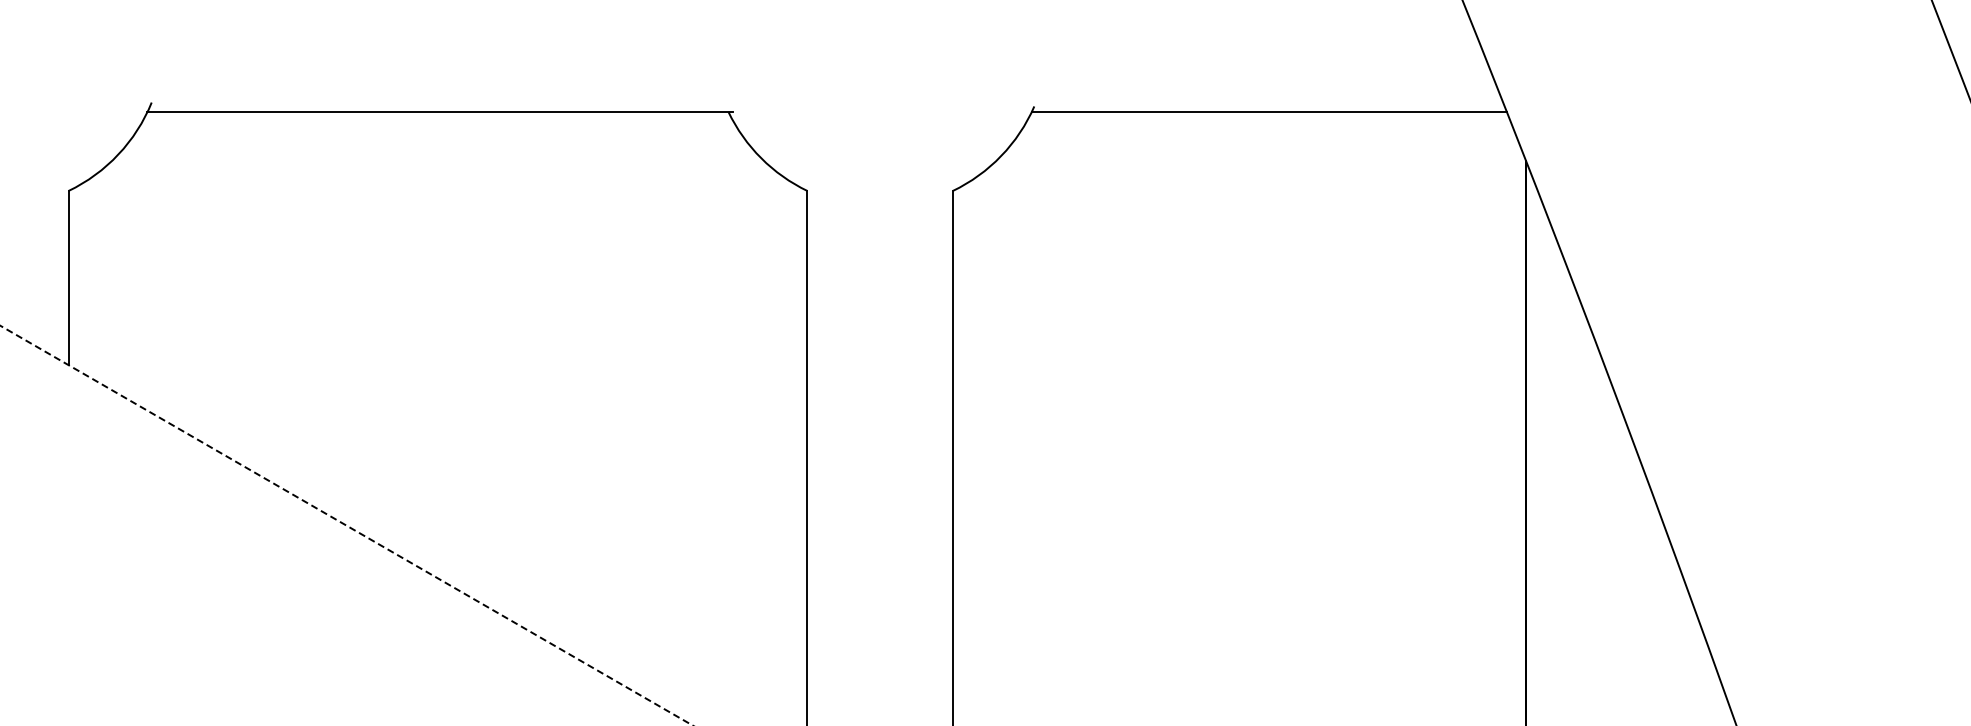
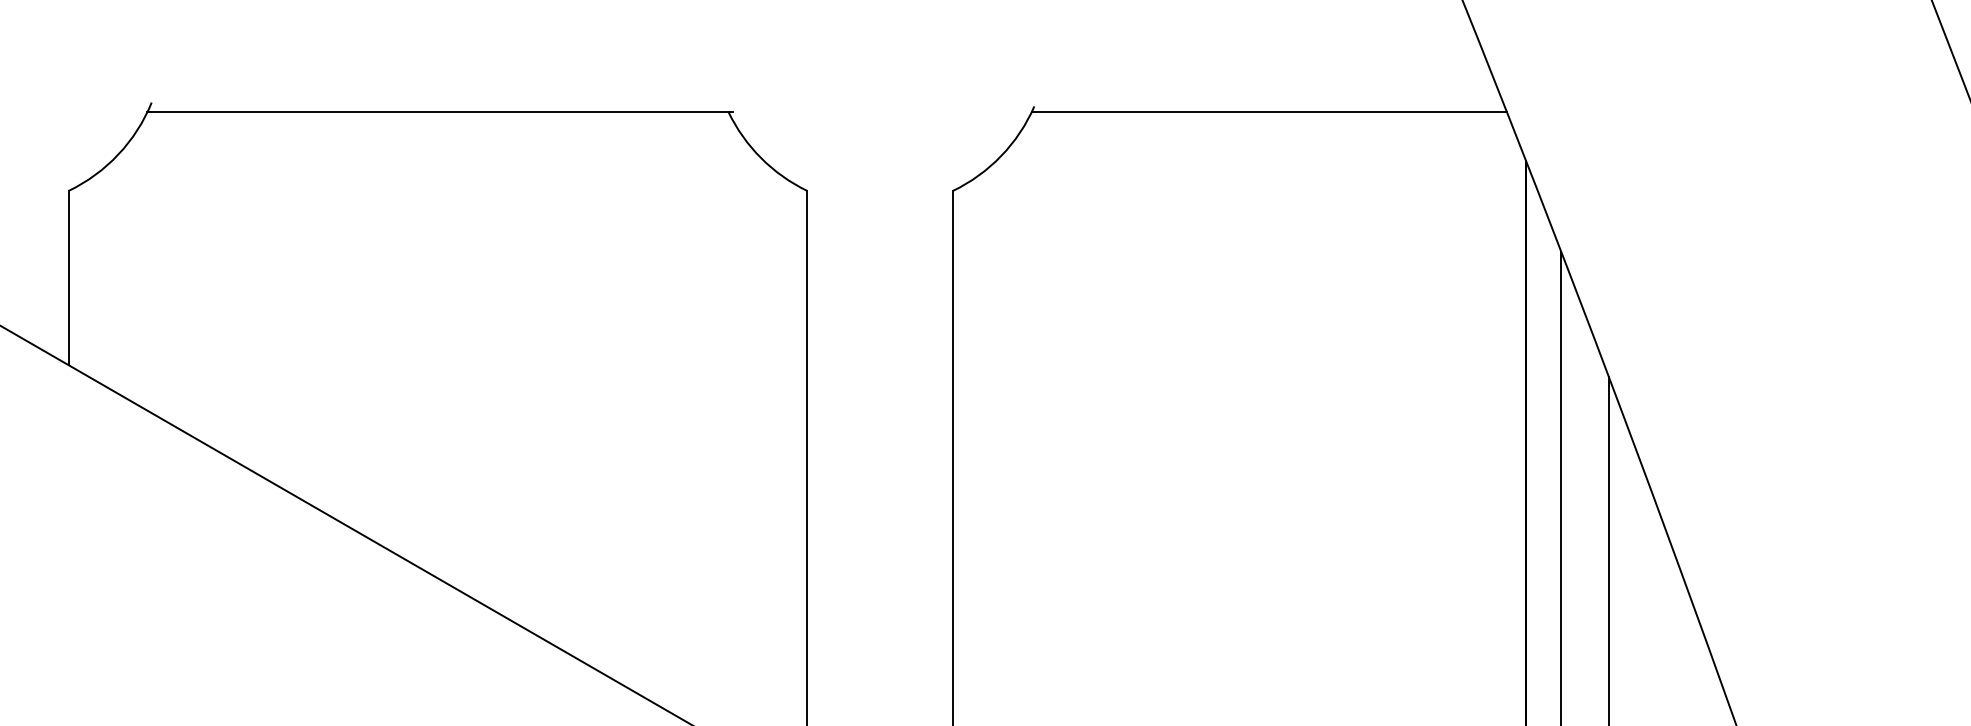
line at (1561, 486): none -> present
line at (347, 525): dashed -> solid
line at (1608, 549): none -> present
